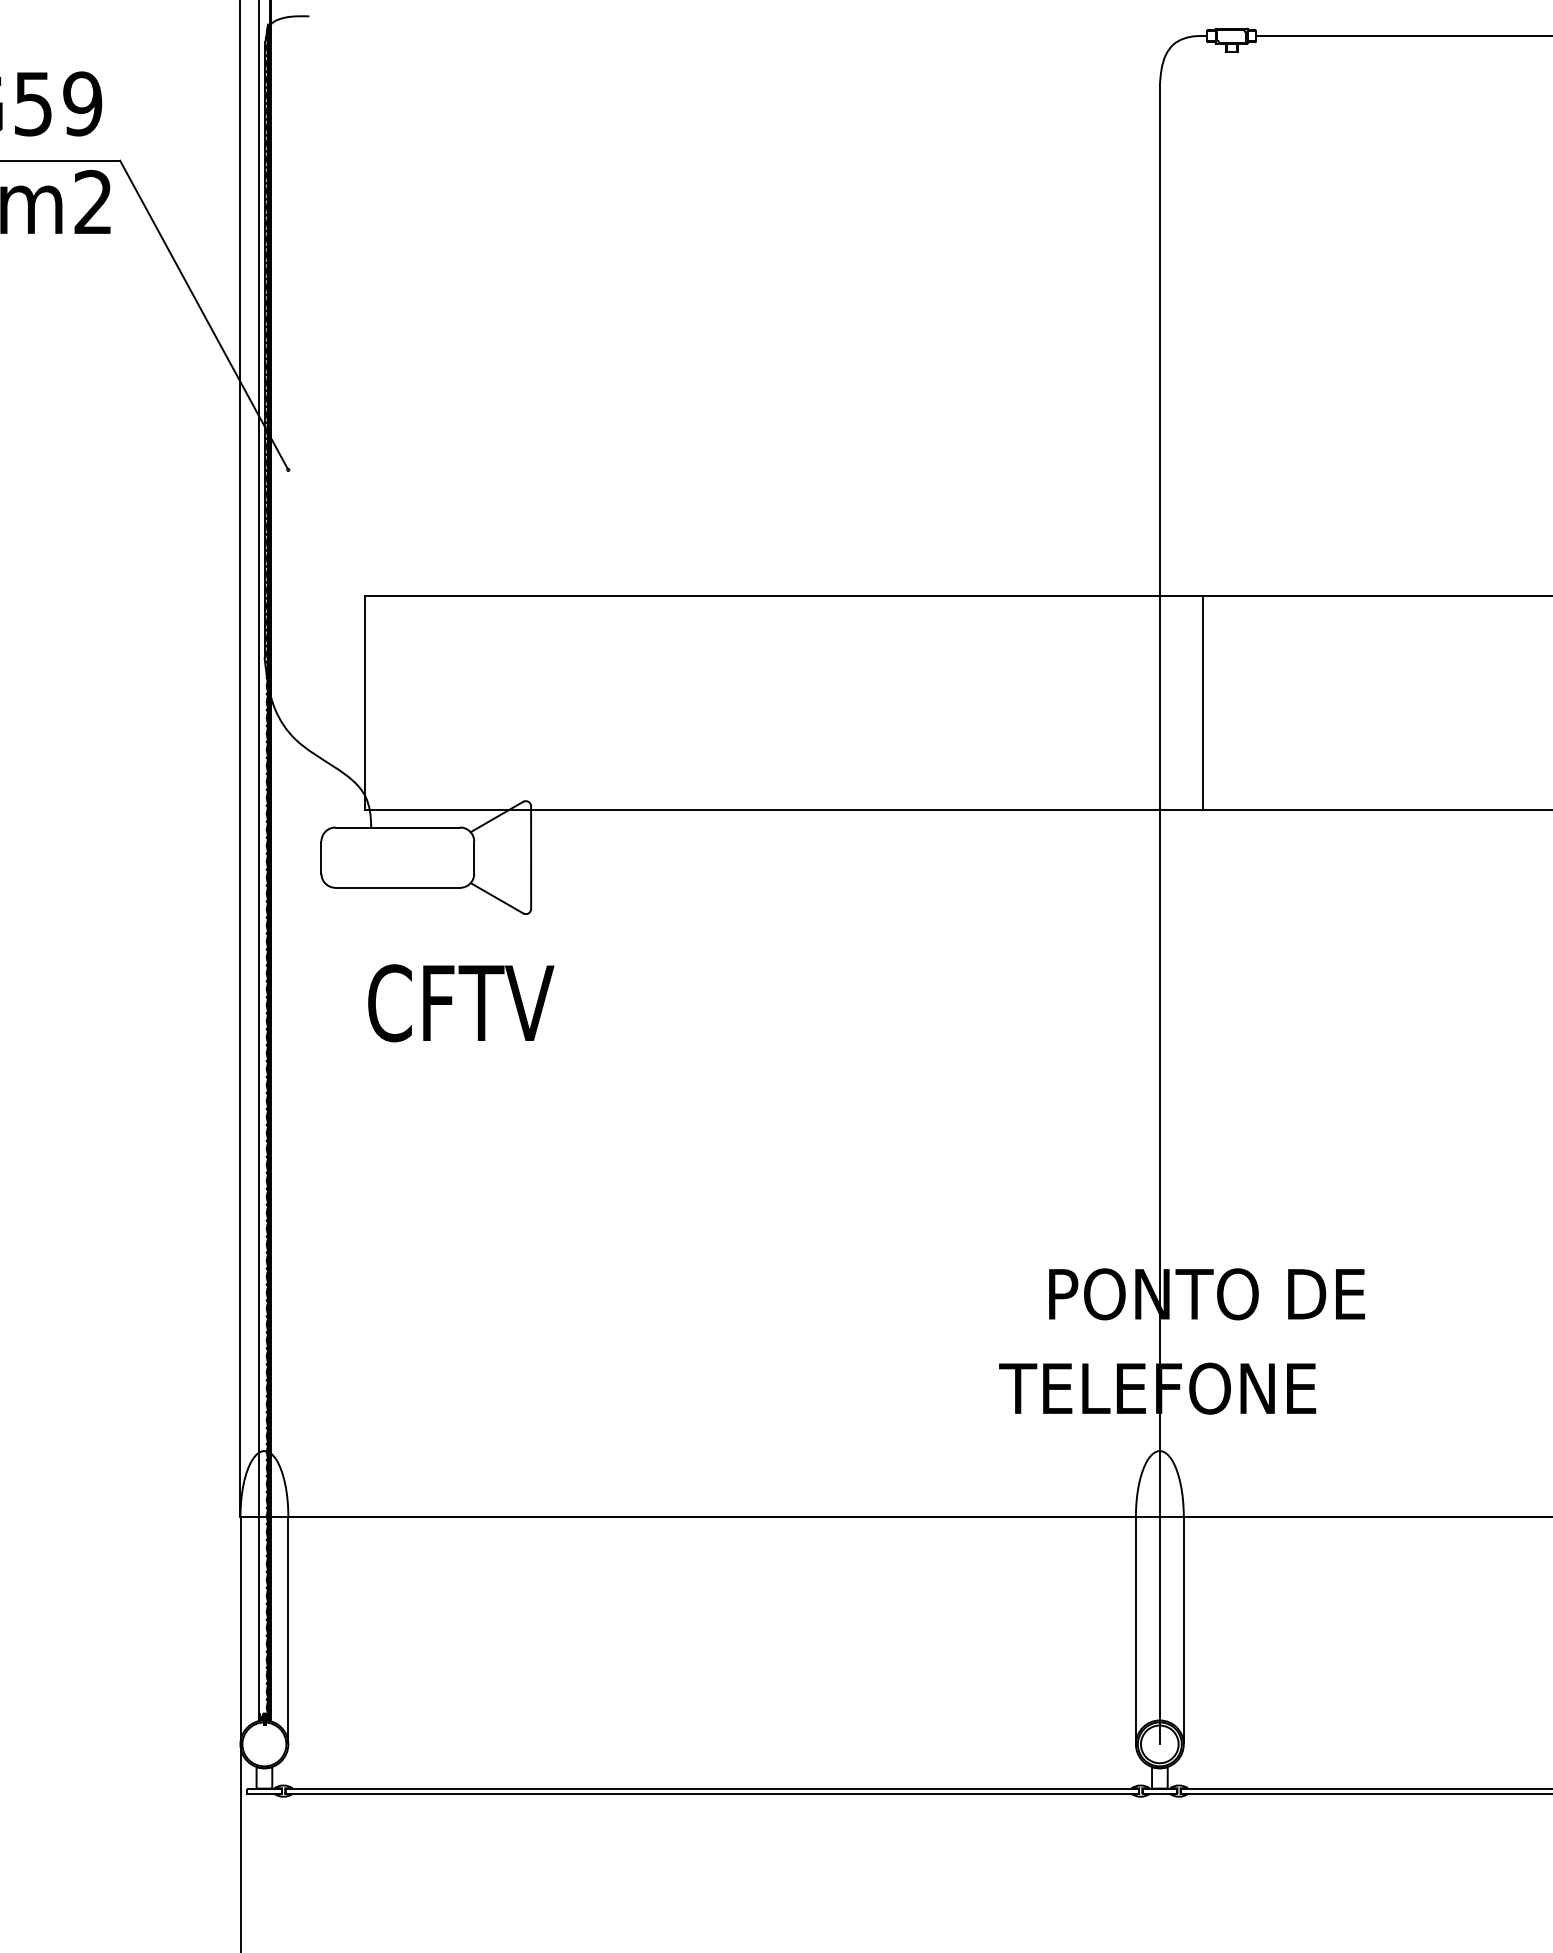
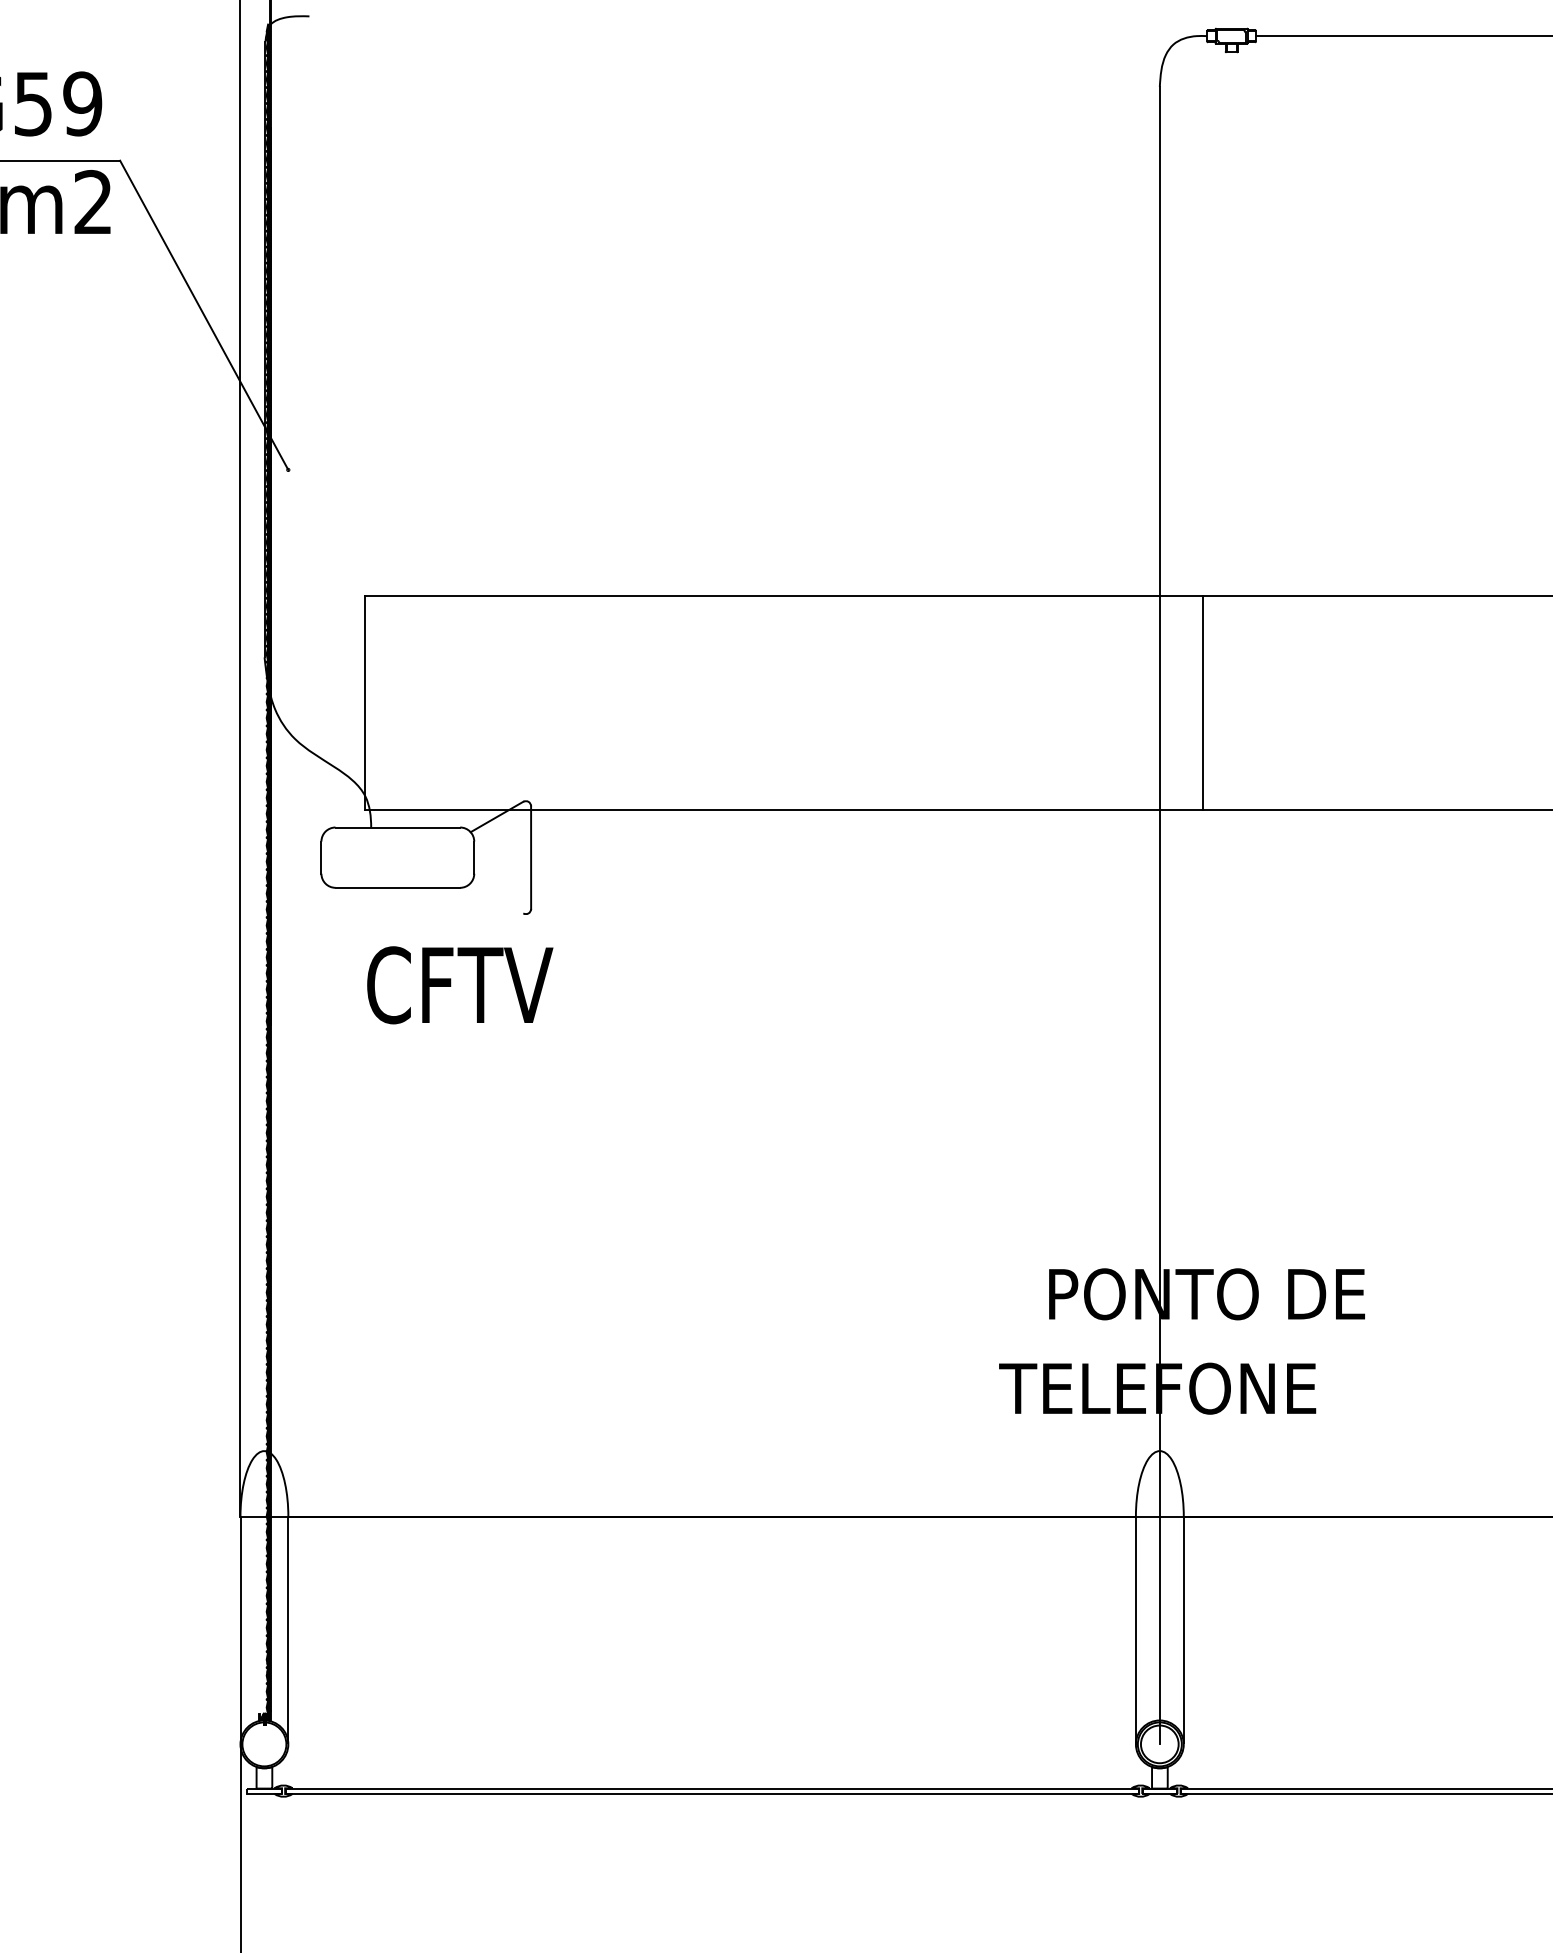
line at (259, 858): present -> none
line at (496, 898): present -> none
text at (461, 1003) position: (461, 1003) -> (460, 985)
